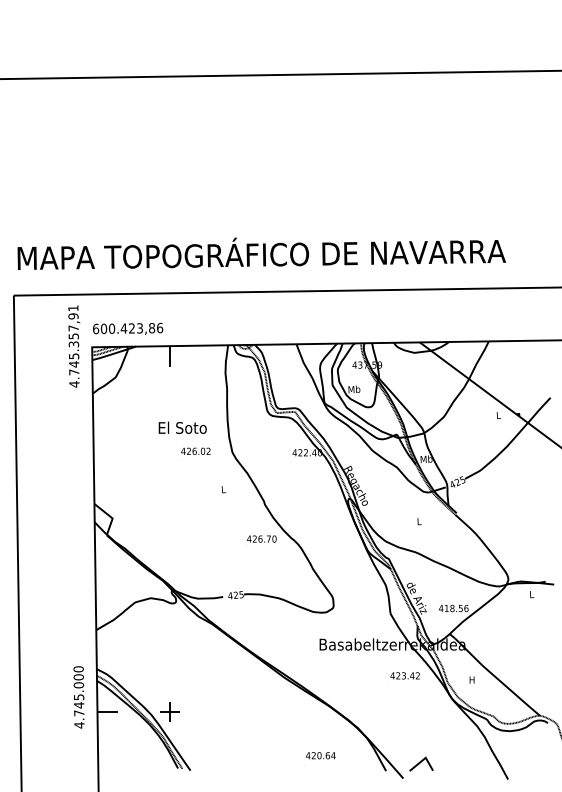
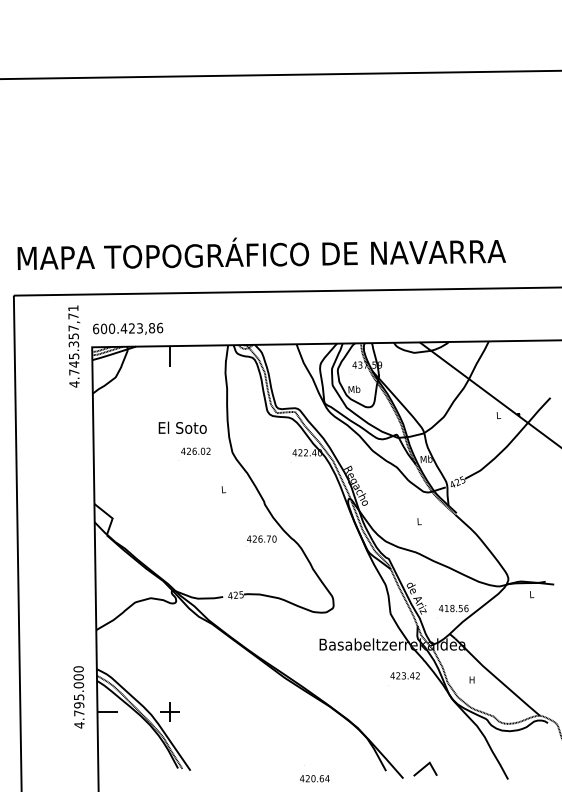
text at (73, 316): 4.745.357,91 -> 4.745.357,71
text at (79, 705): 4.745.000 -> 4.795.000
text at (320, 755) position: (320, 755) -> (314, 778)
line at (421, 762) position: (421, 762) -> (425, 767)
